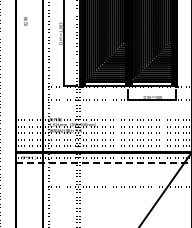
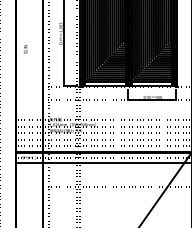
text at (25, 21) position: (25, 21) -> (25, 49)
line at (103, 163): dashed -> solid
